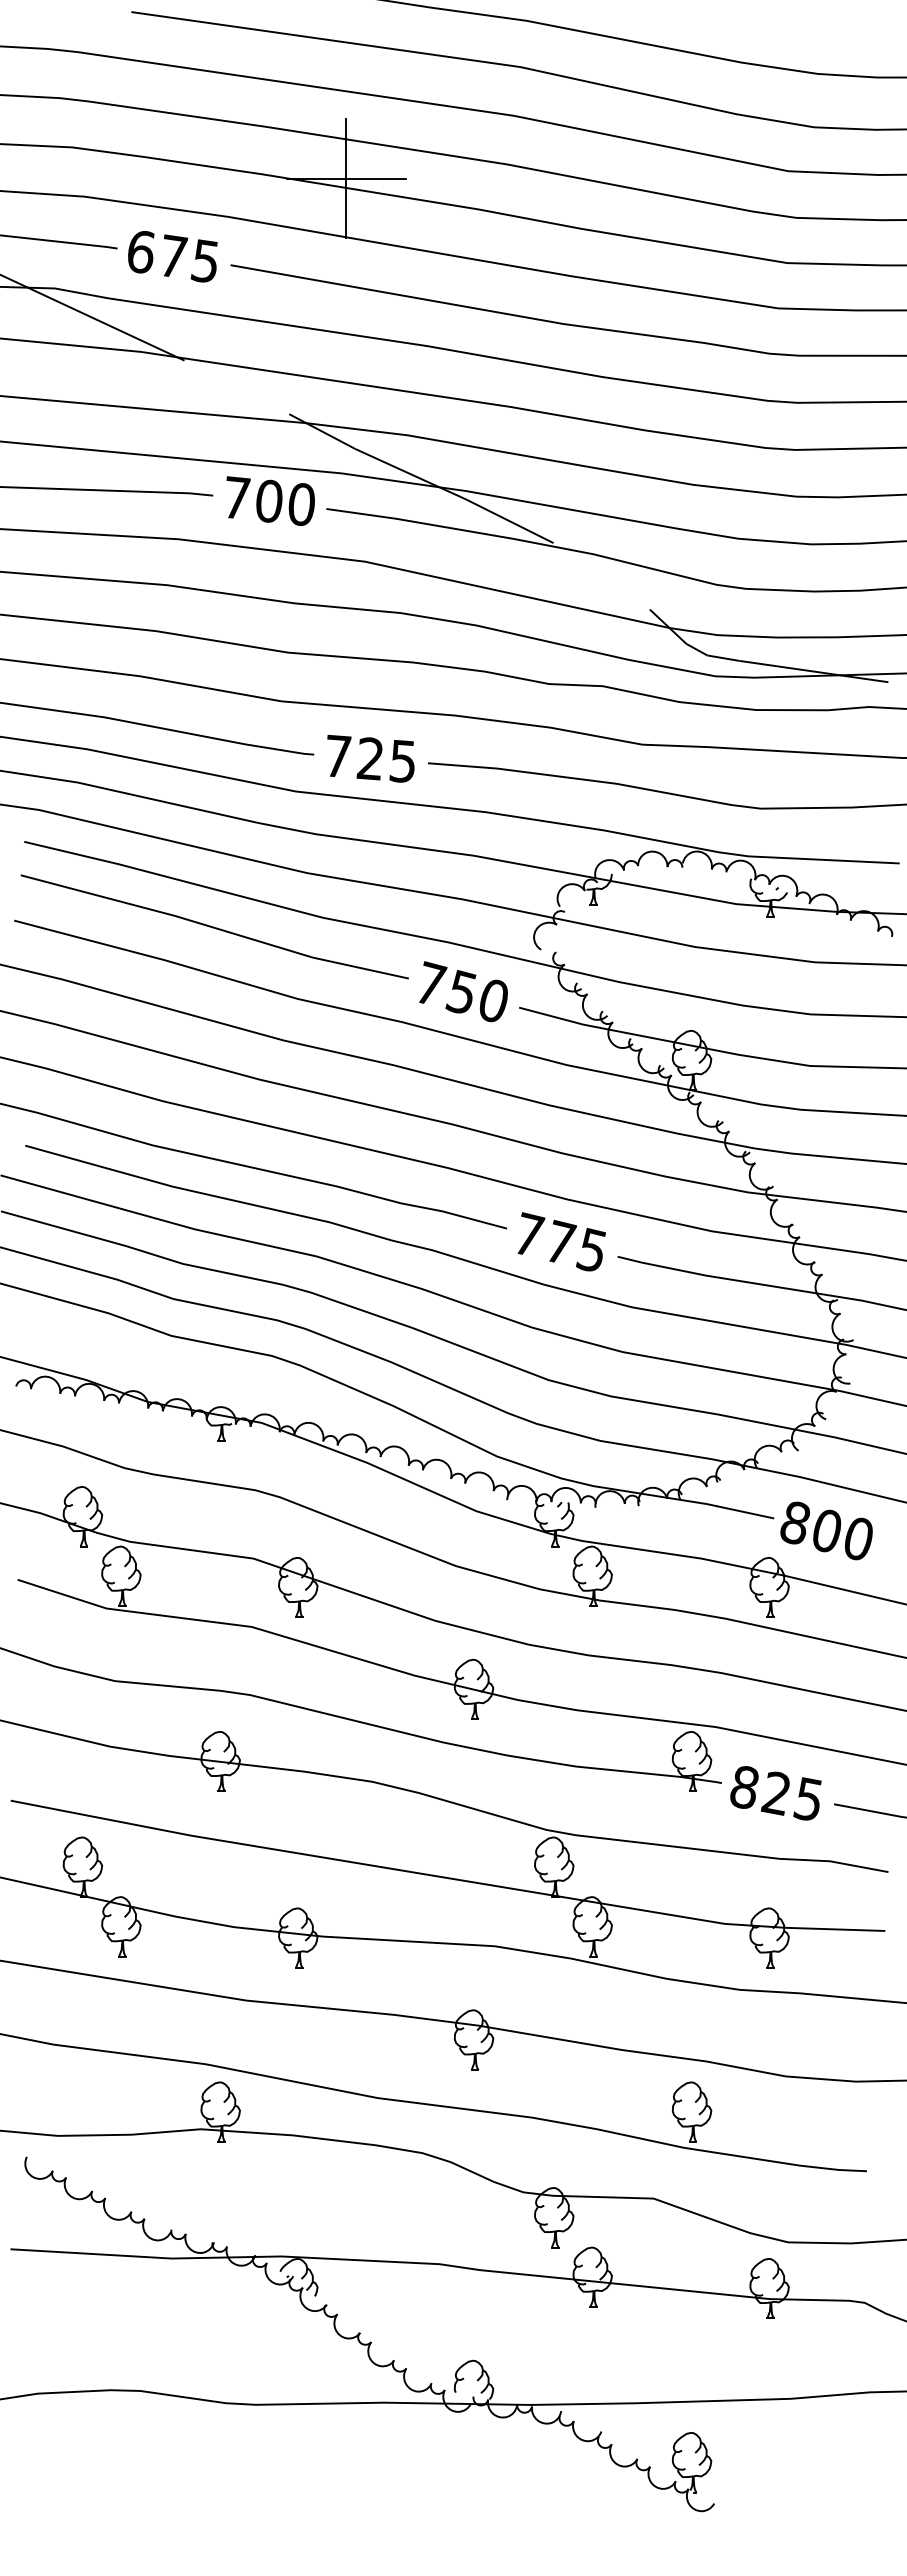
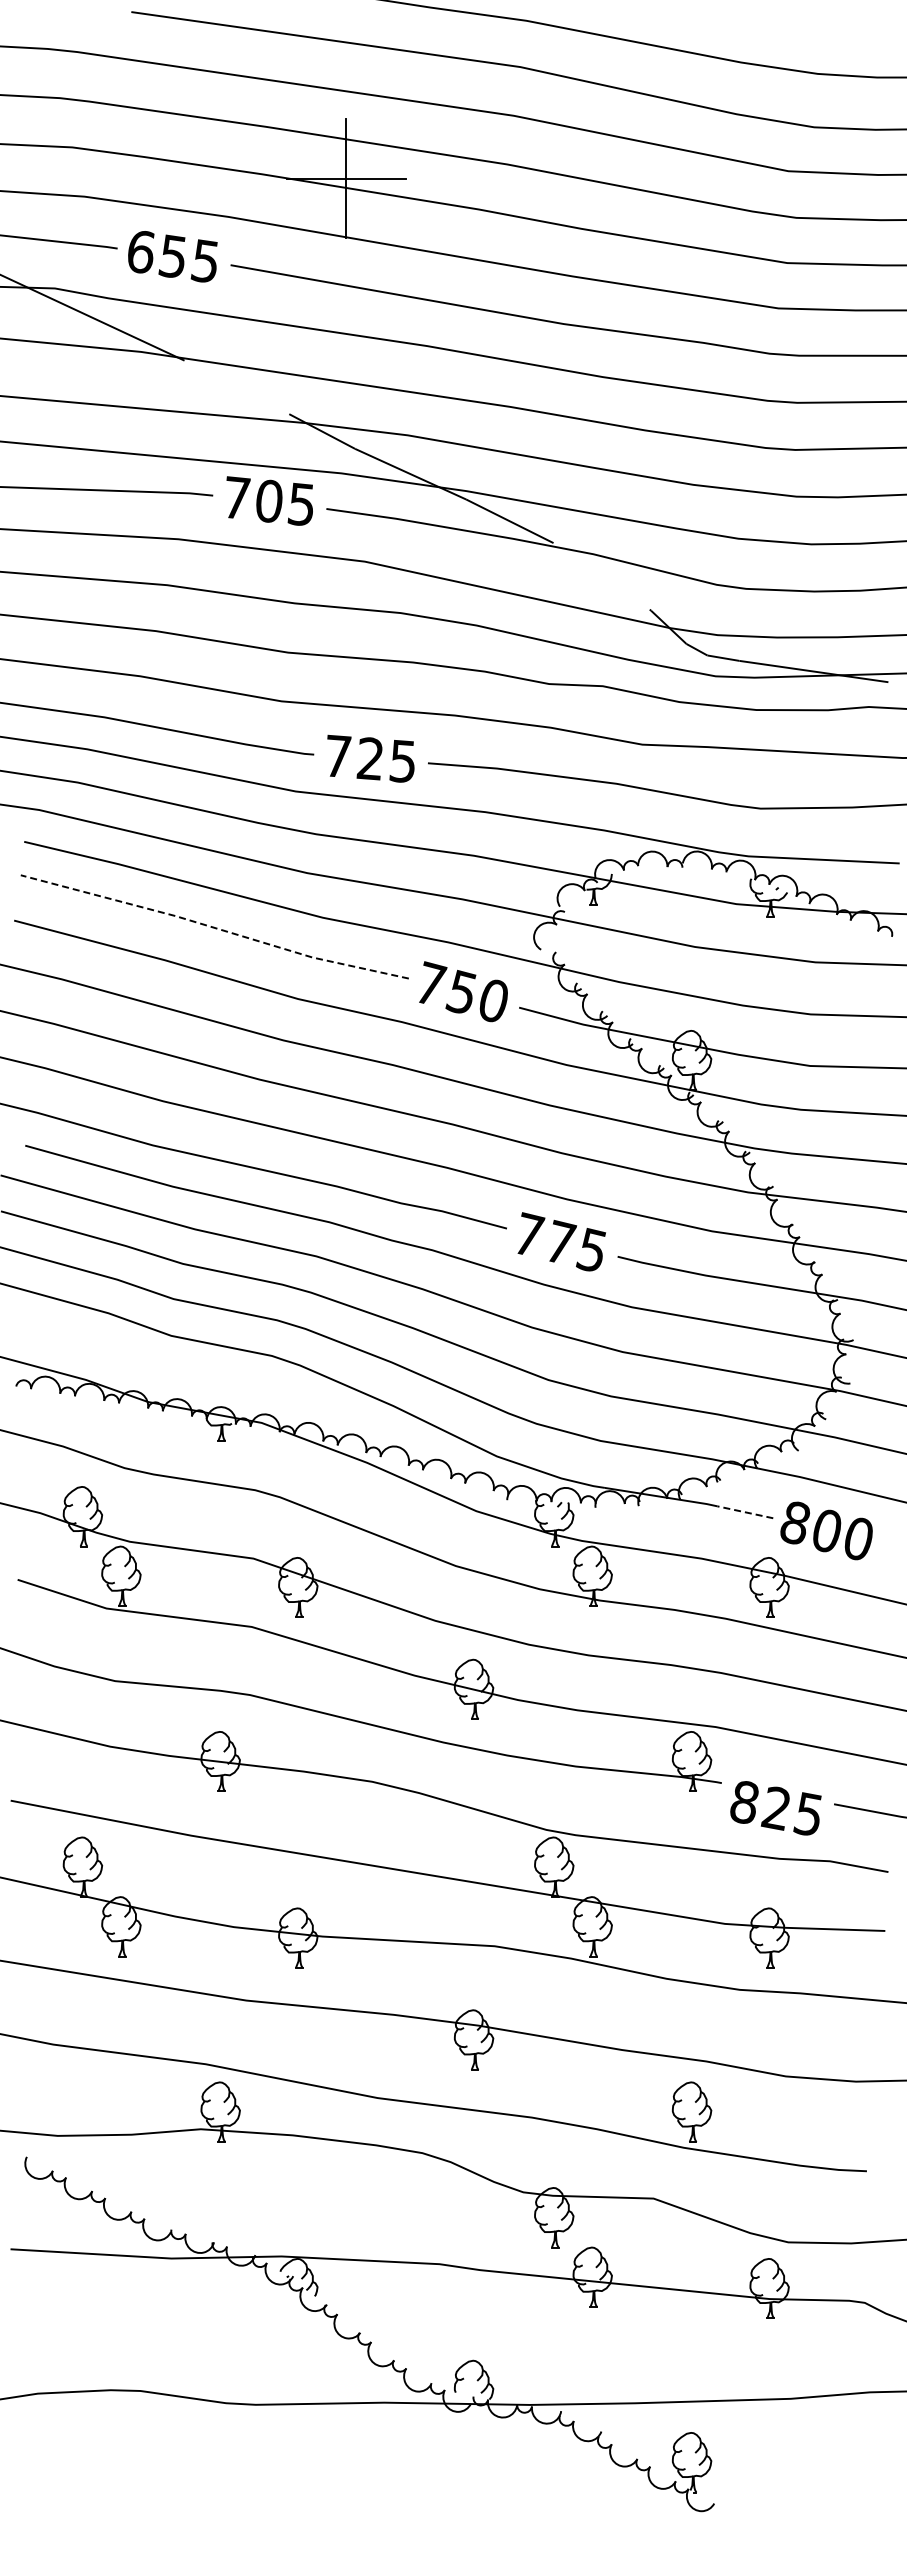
text at (173, 255): 675 -> 655
text at (300, 503): 700 -> 705
line at (214, 927): solid -> dashed
line at (745, 1512): solid -> dashed
text at (775, 1793) position: (775, 1793) -> (775, 1808)
